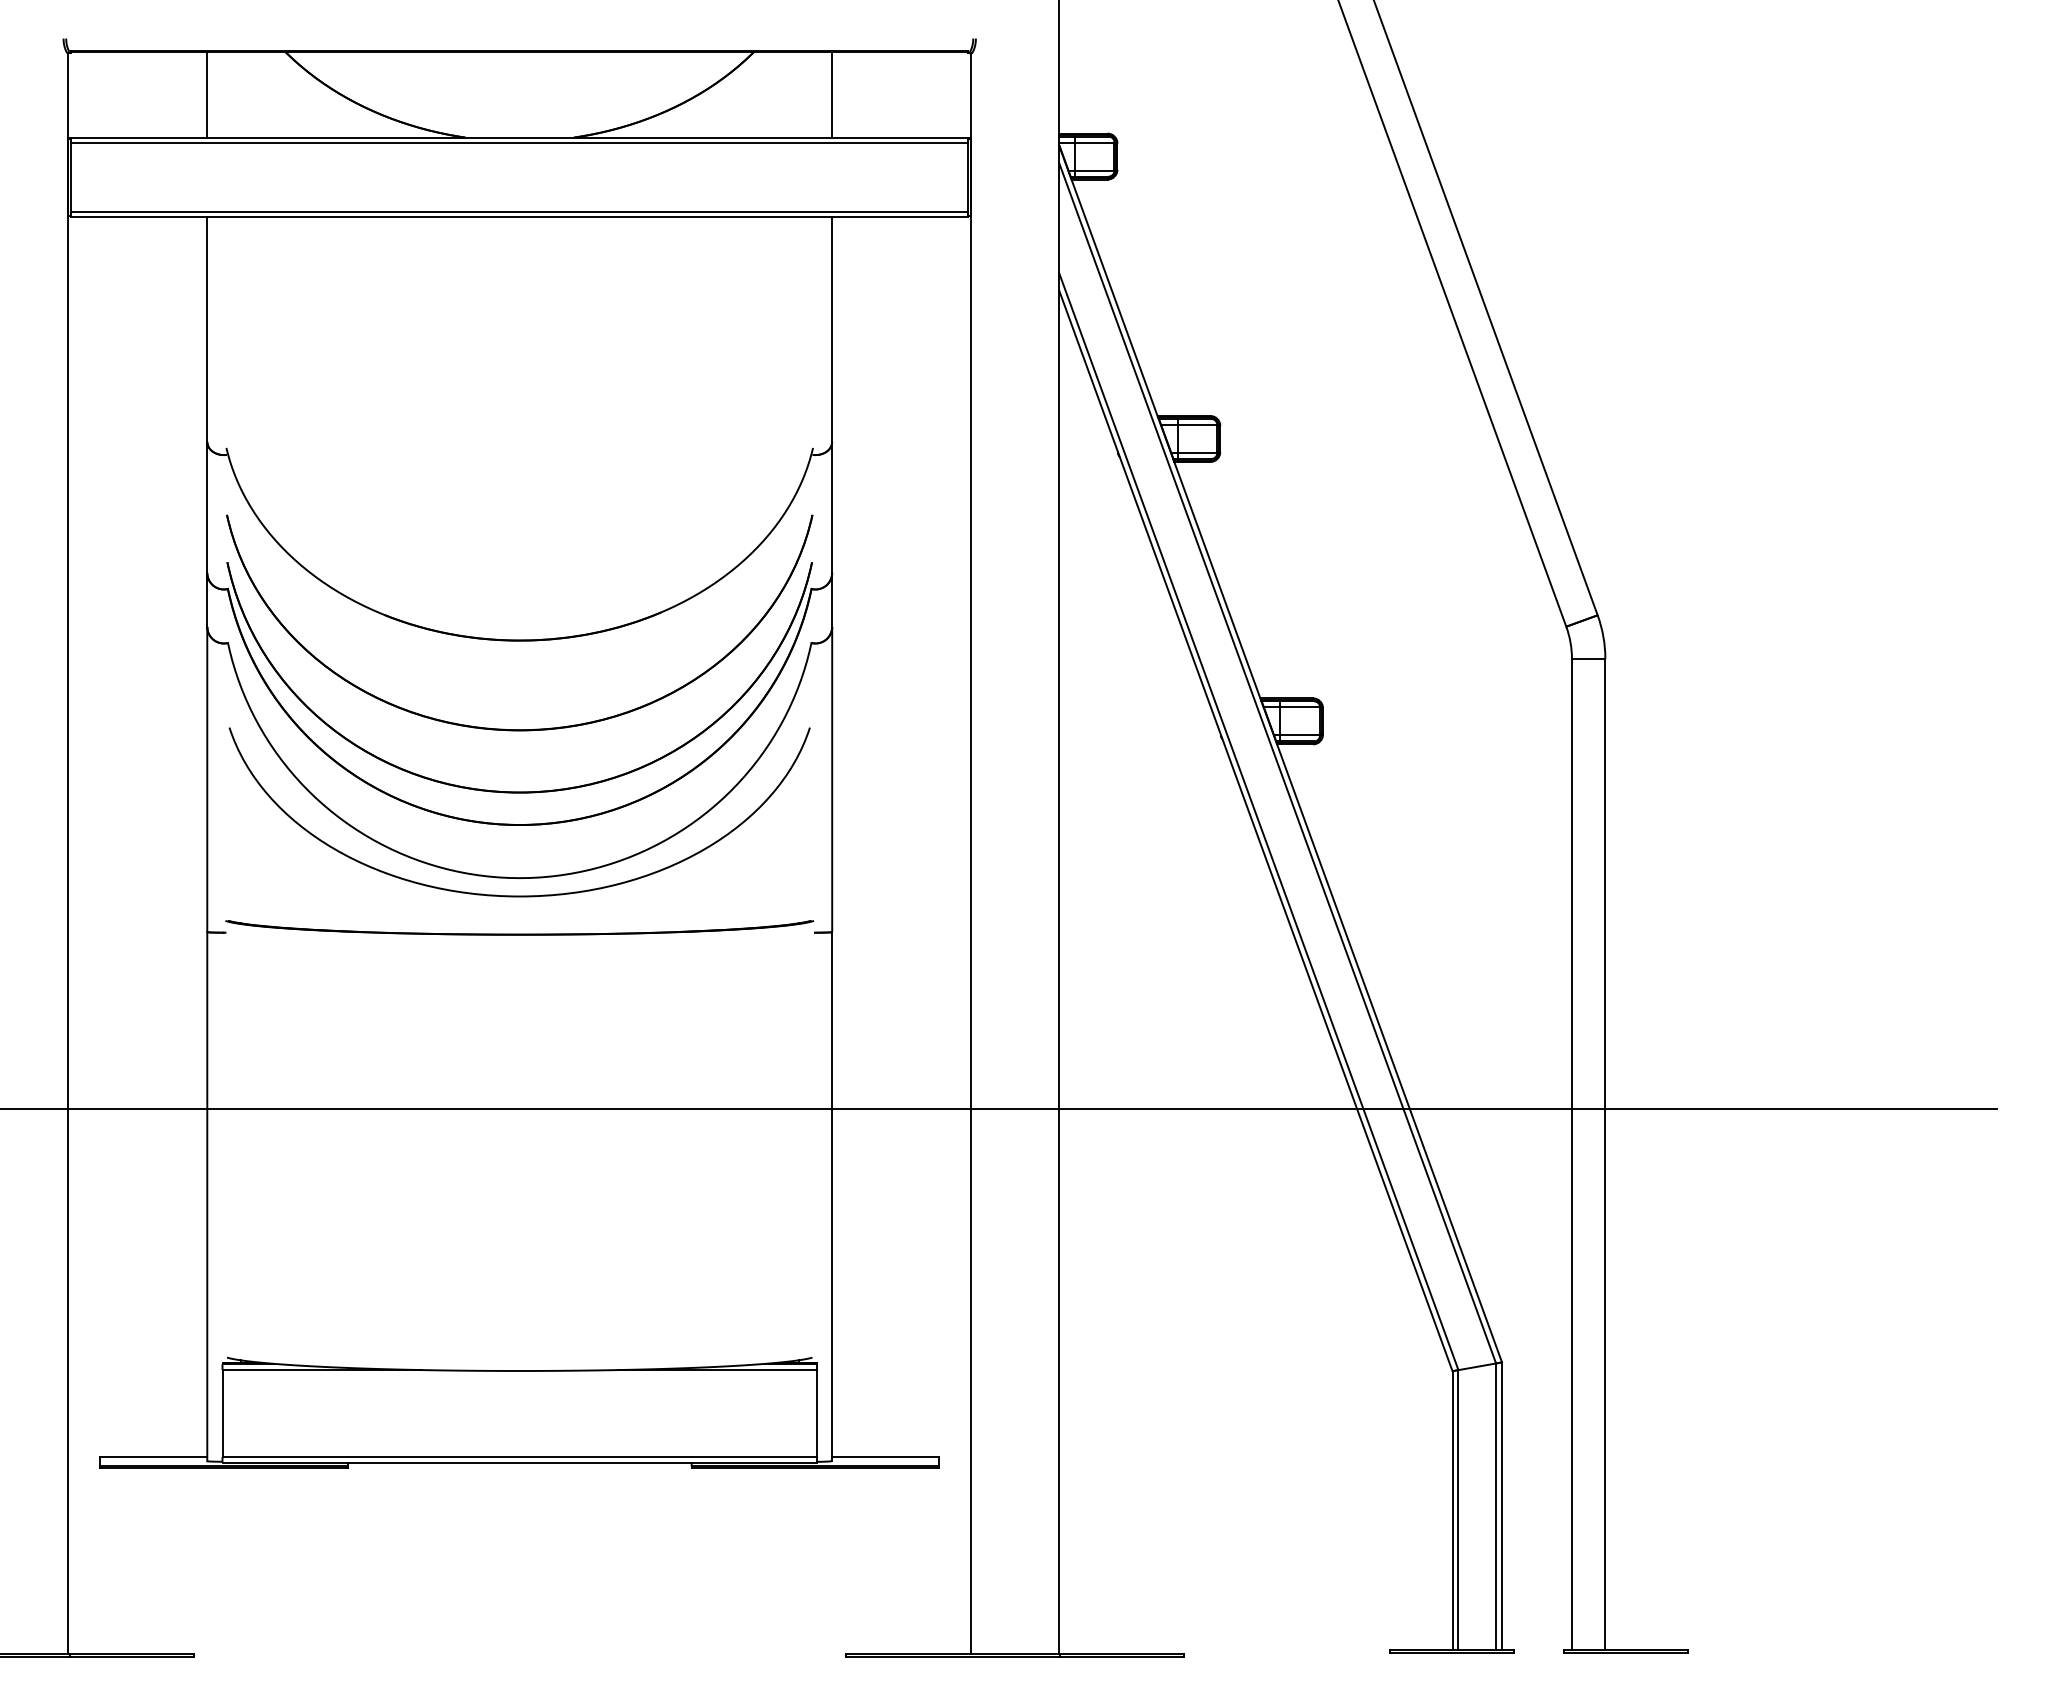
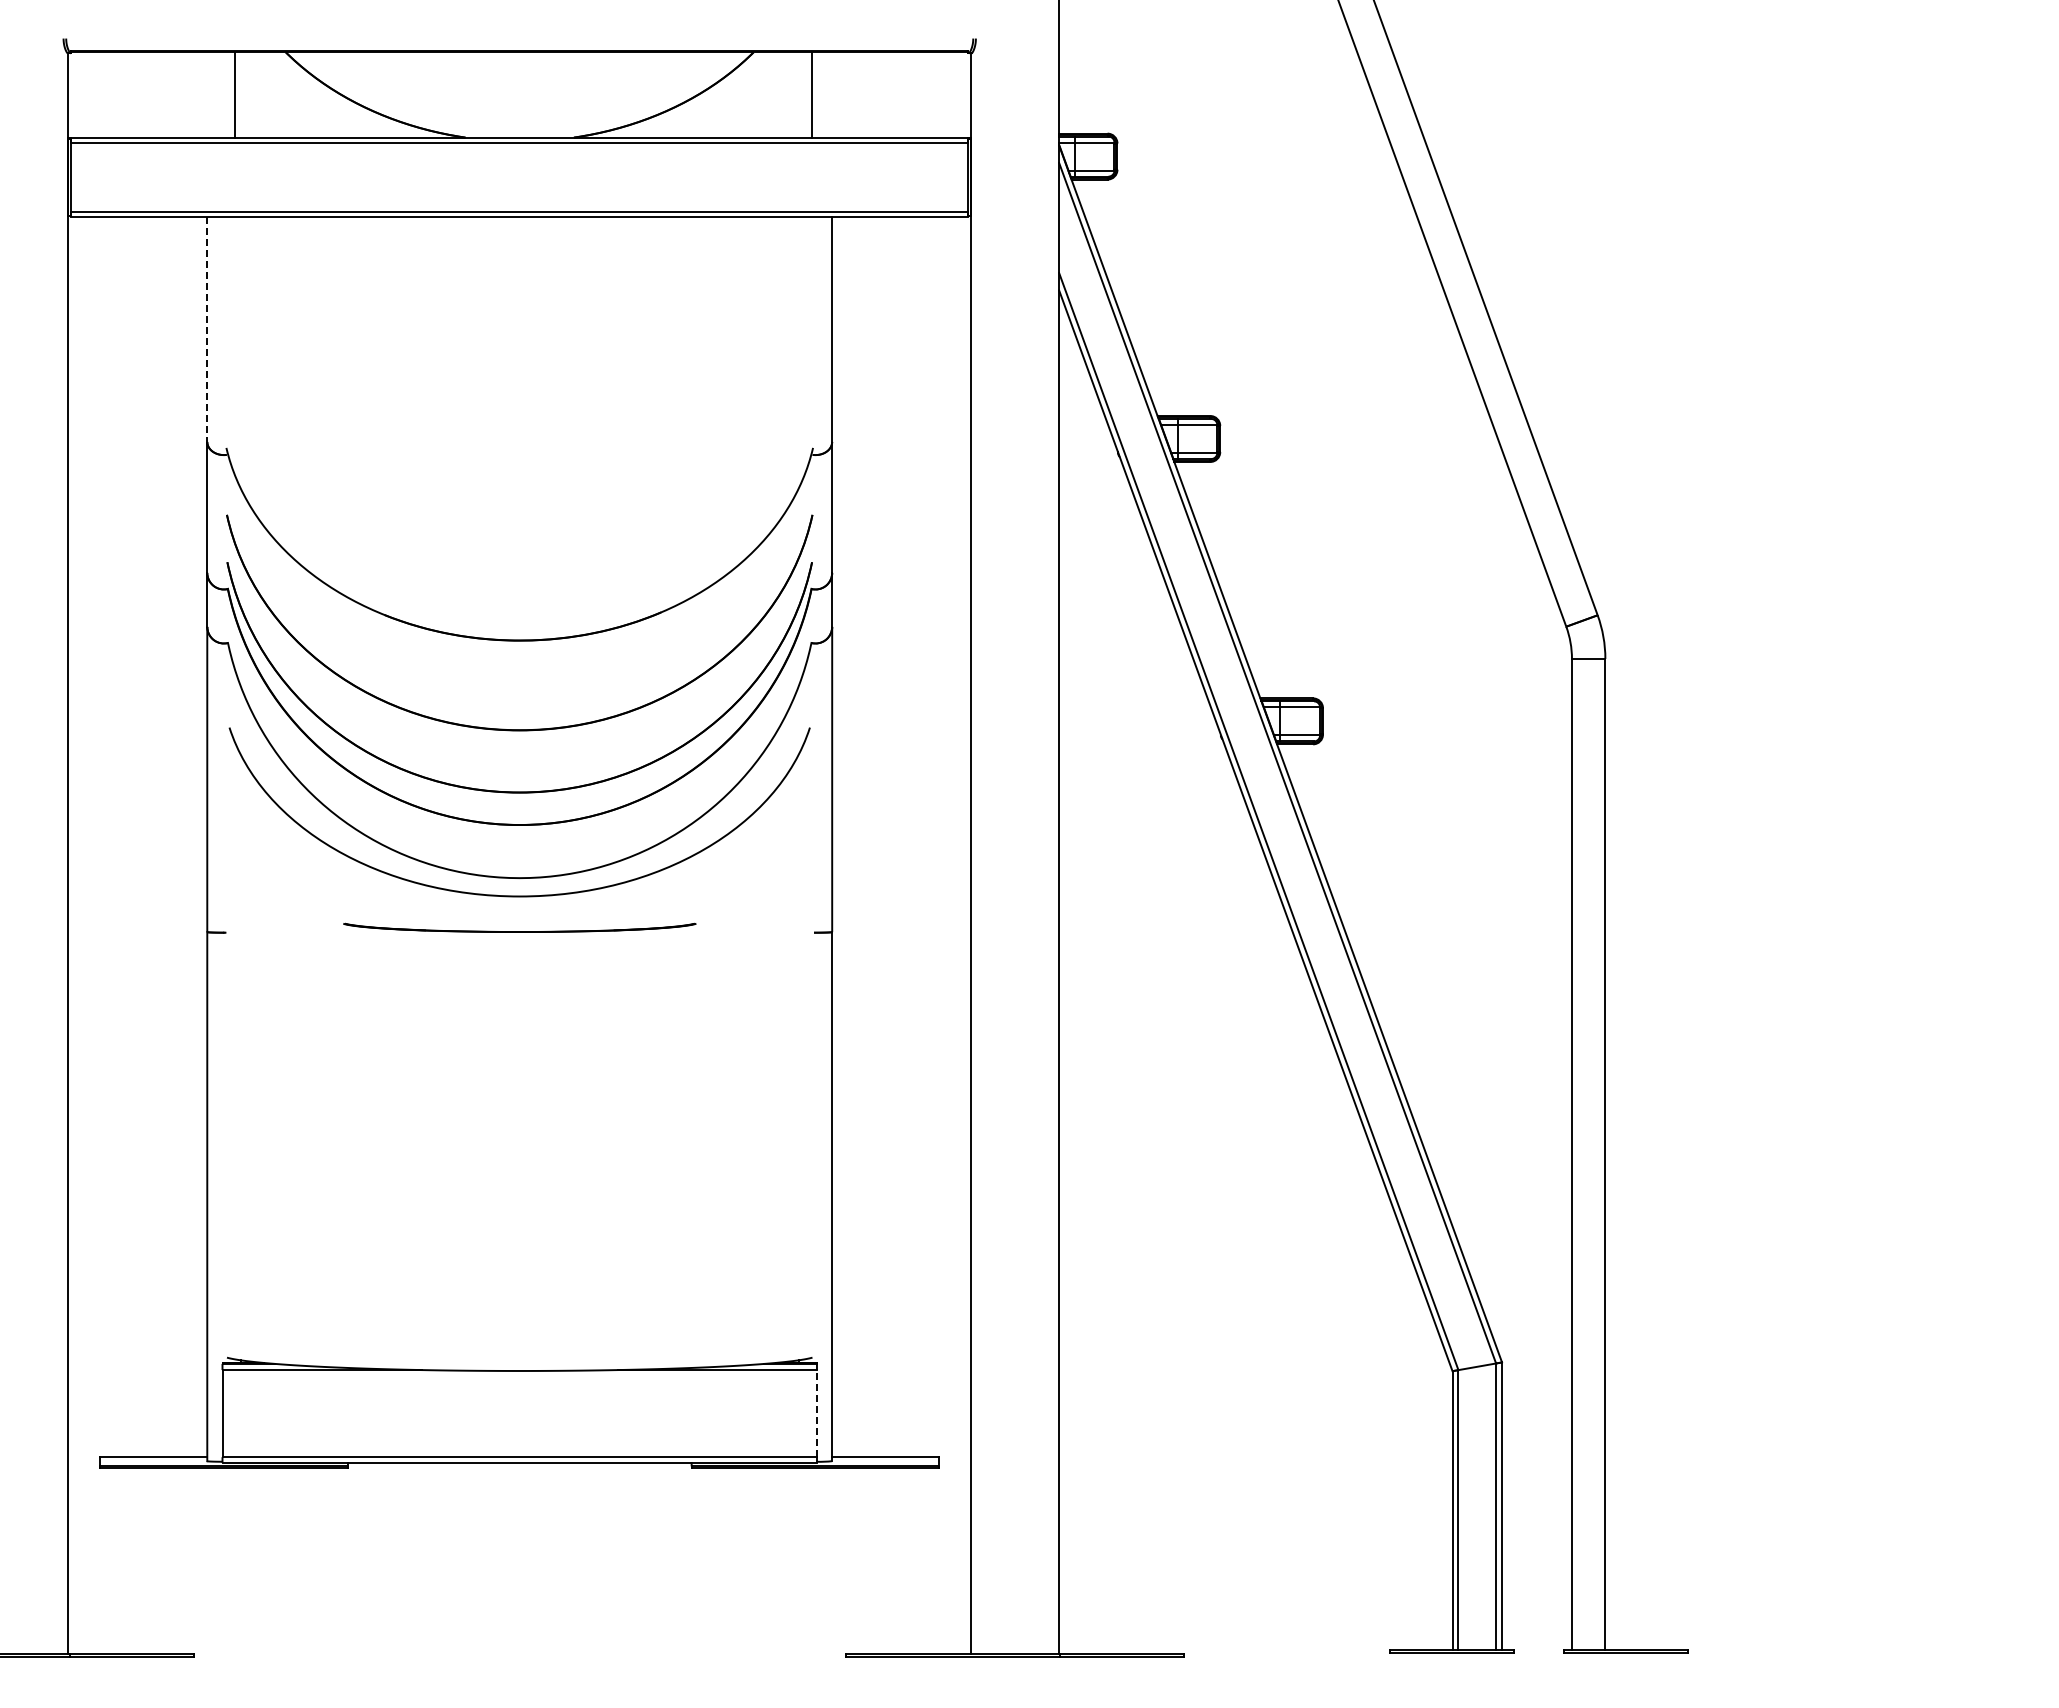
line at (207, 94) position: (207, 94) -> (235, 94)
line at (832, 94) position: (832, 94) -> (812, 94)
line at (207, 330): solid -> dashed
part at (519, 927) size: 590x16 px -> 354x11 px
line at (999, 1108): present -> none
line at (816, 1413): solid -> dashed
